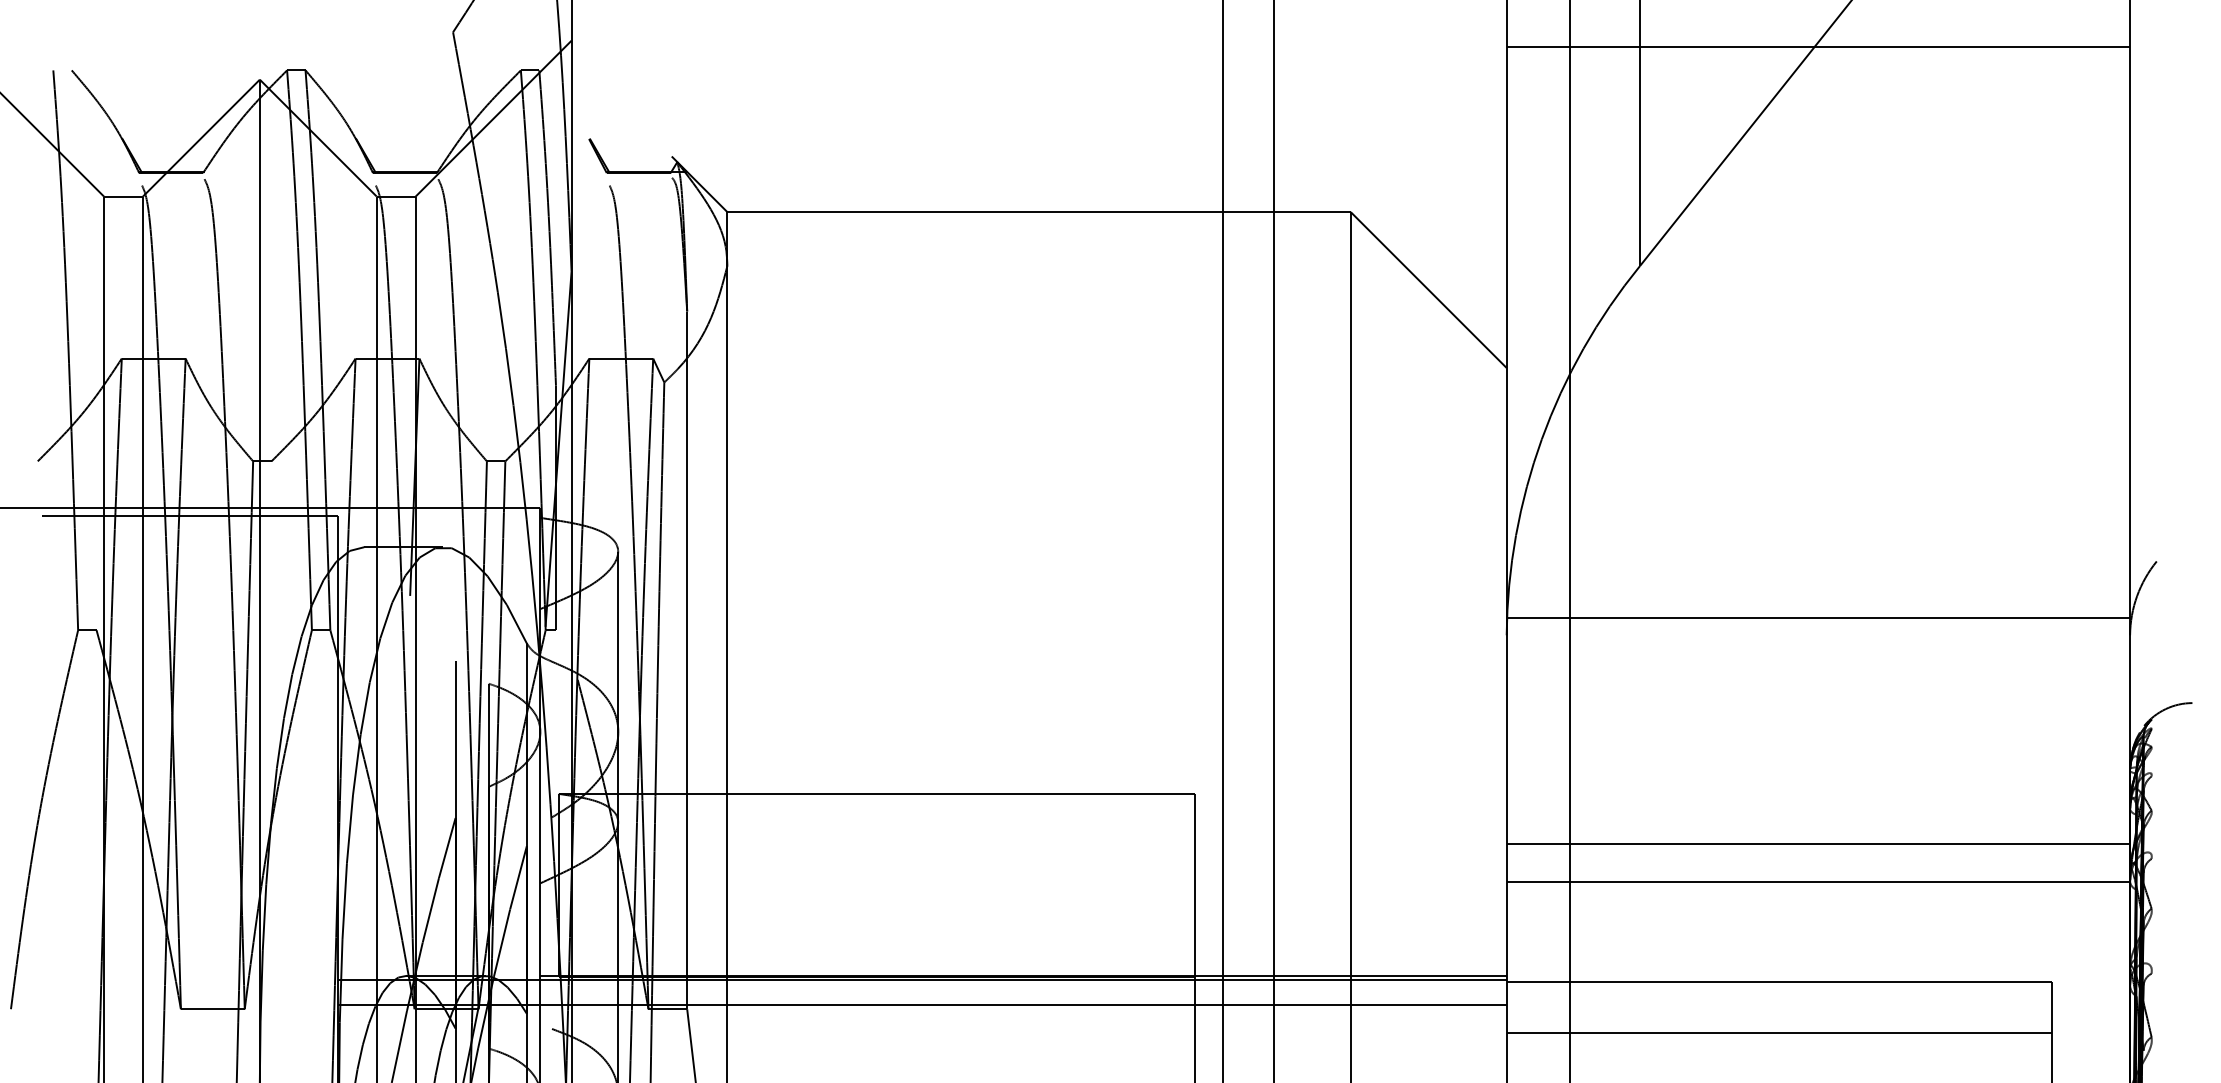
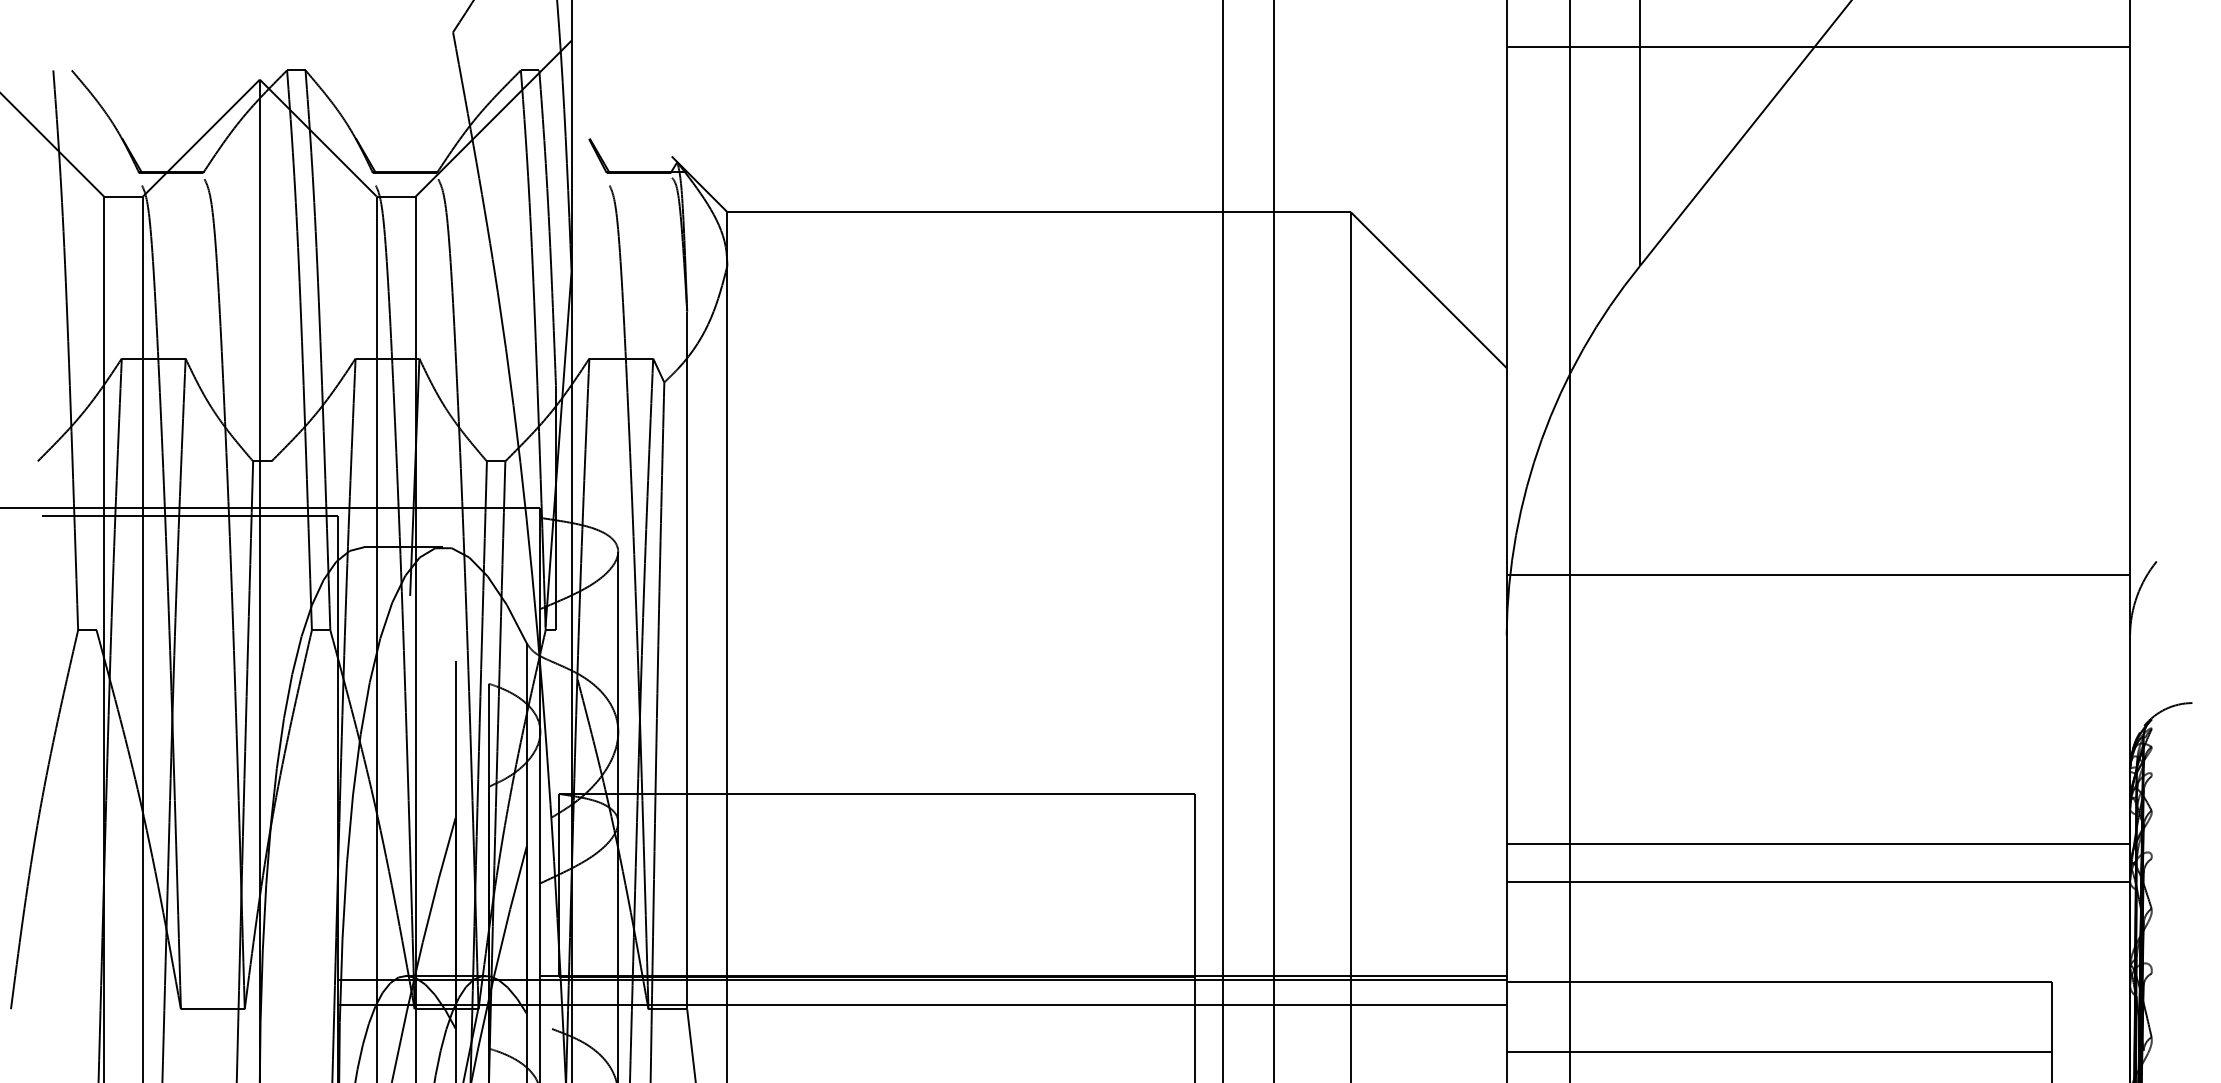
line at (1818, 617) position: (1818, 617) -> (1818, 574)
line at (1779, 1033) position: (1779, 1033) -> (1779, 1052)
